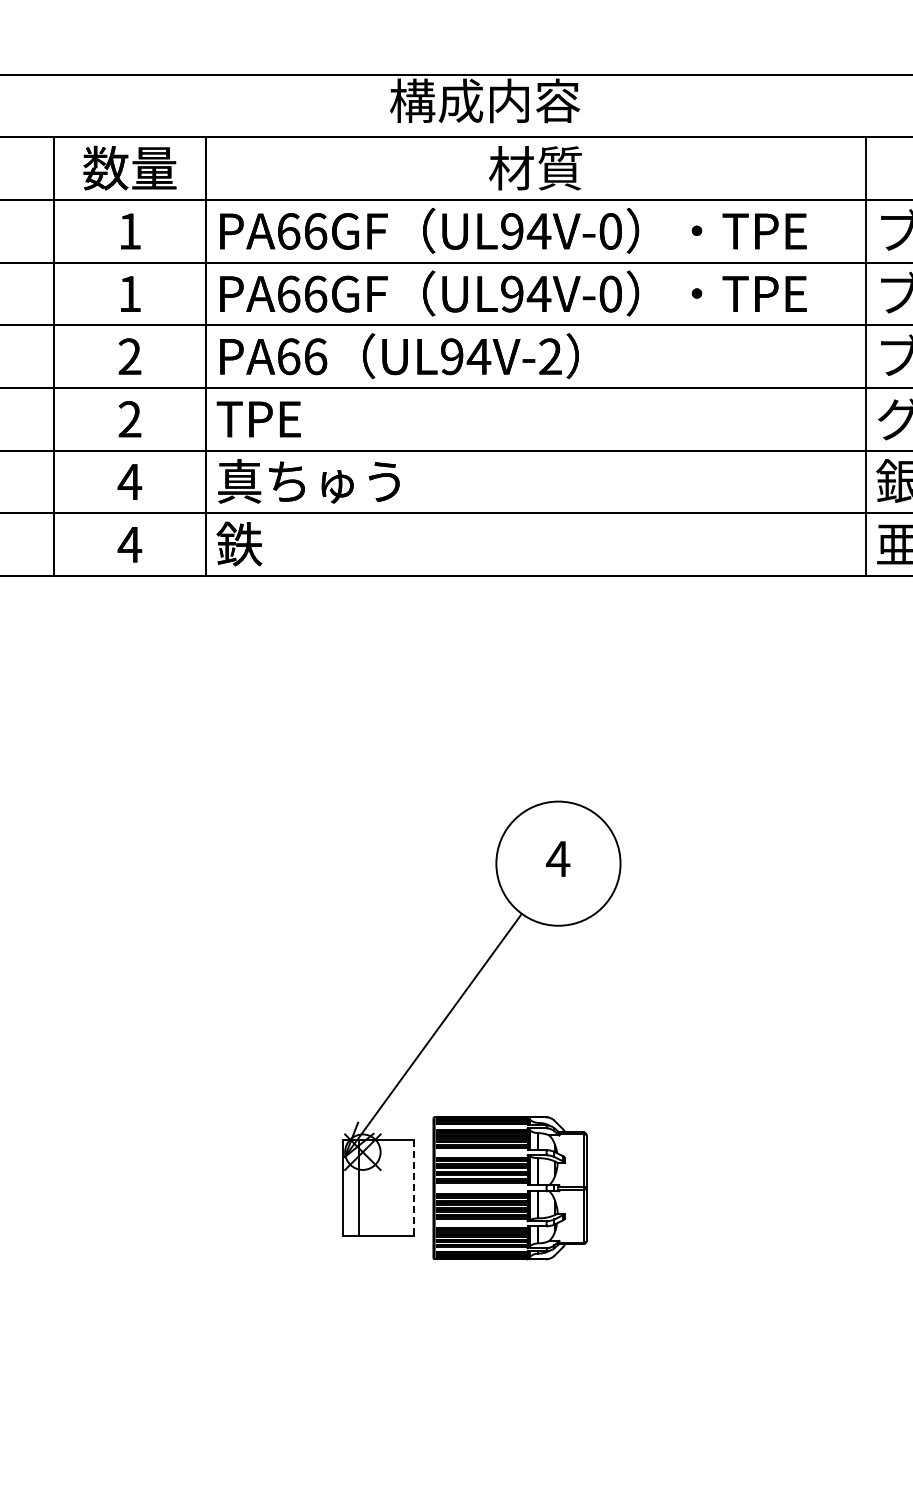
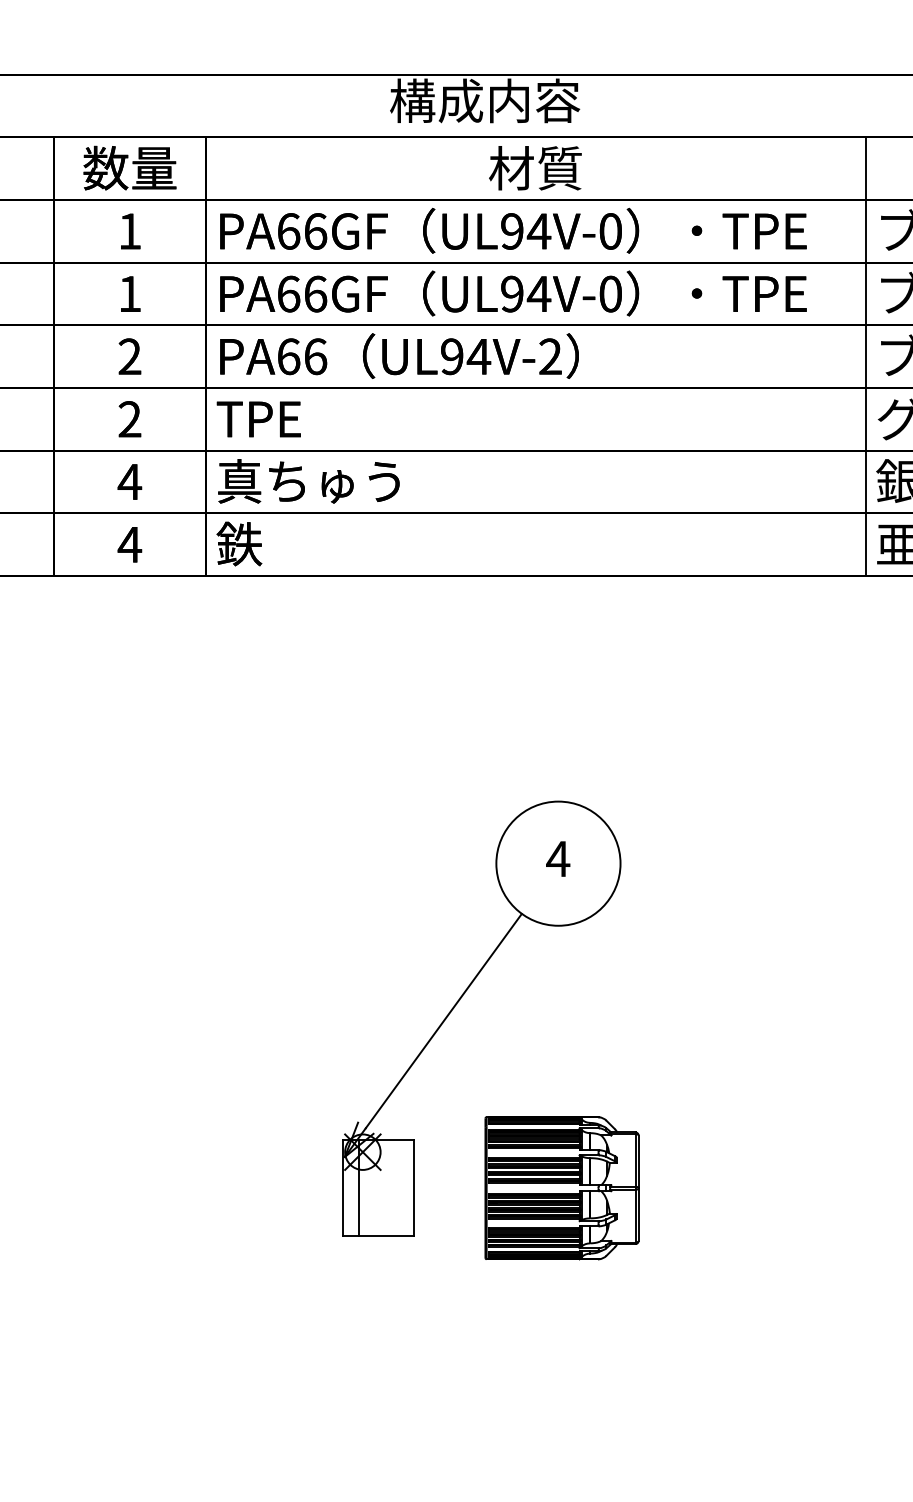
line at (414, 1188): dashed -> solid
part at (509, 1188) position: (509, 1188) -> (561, 1188)
